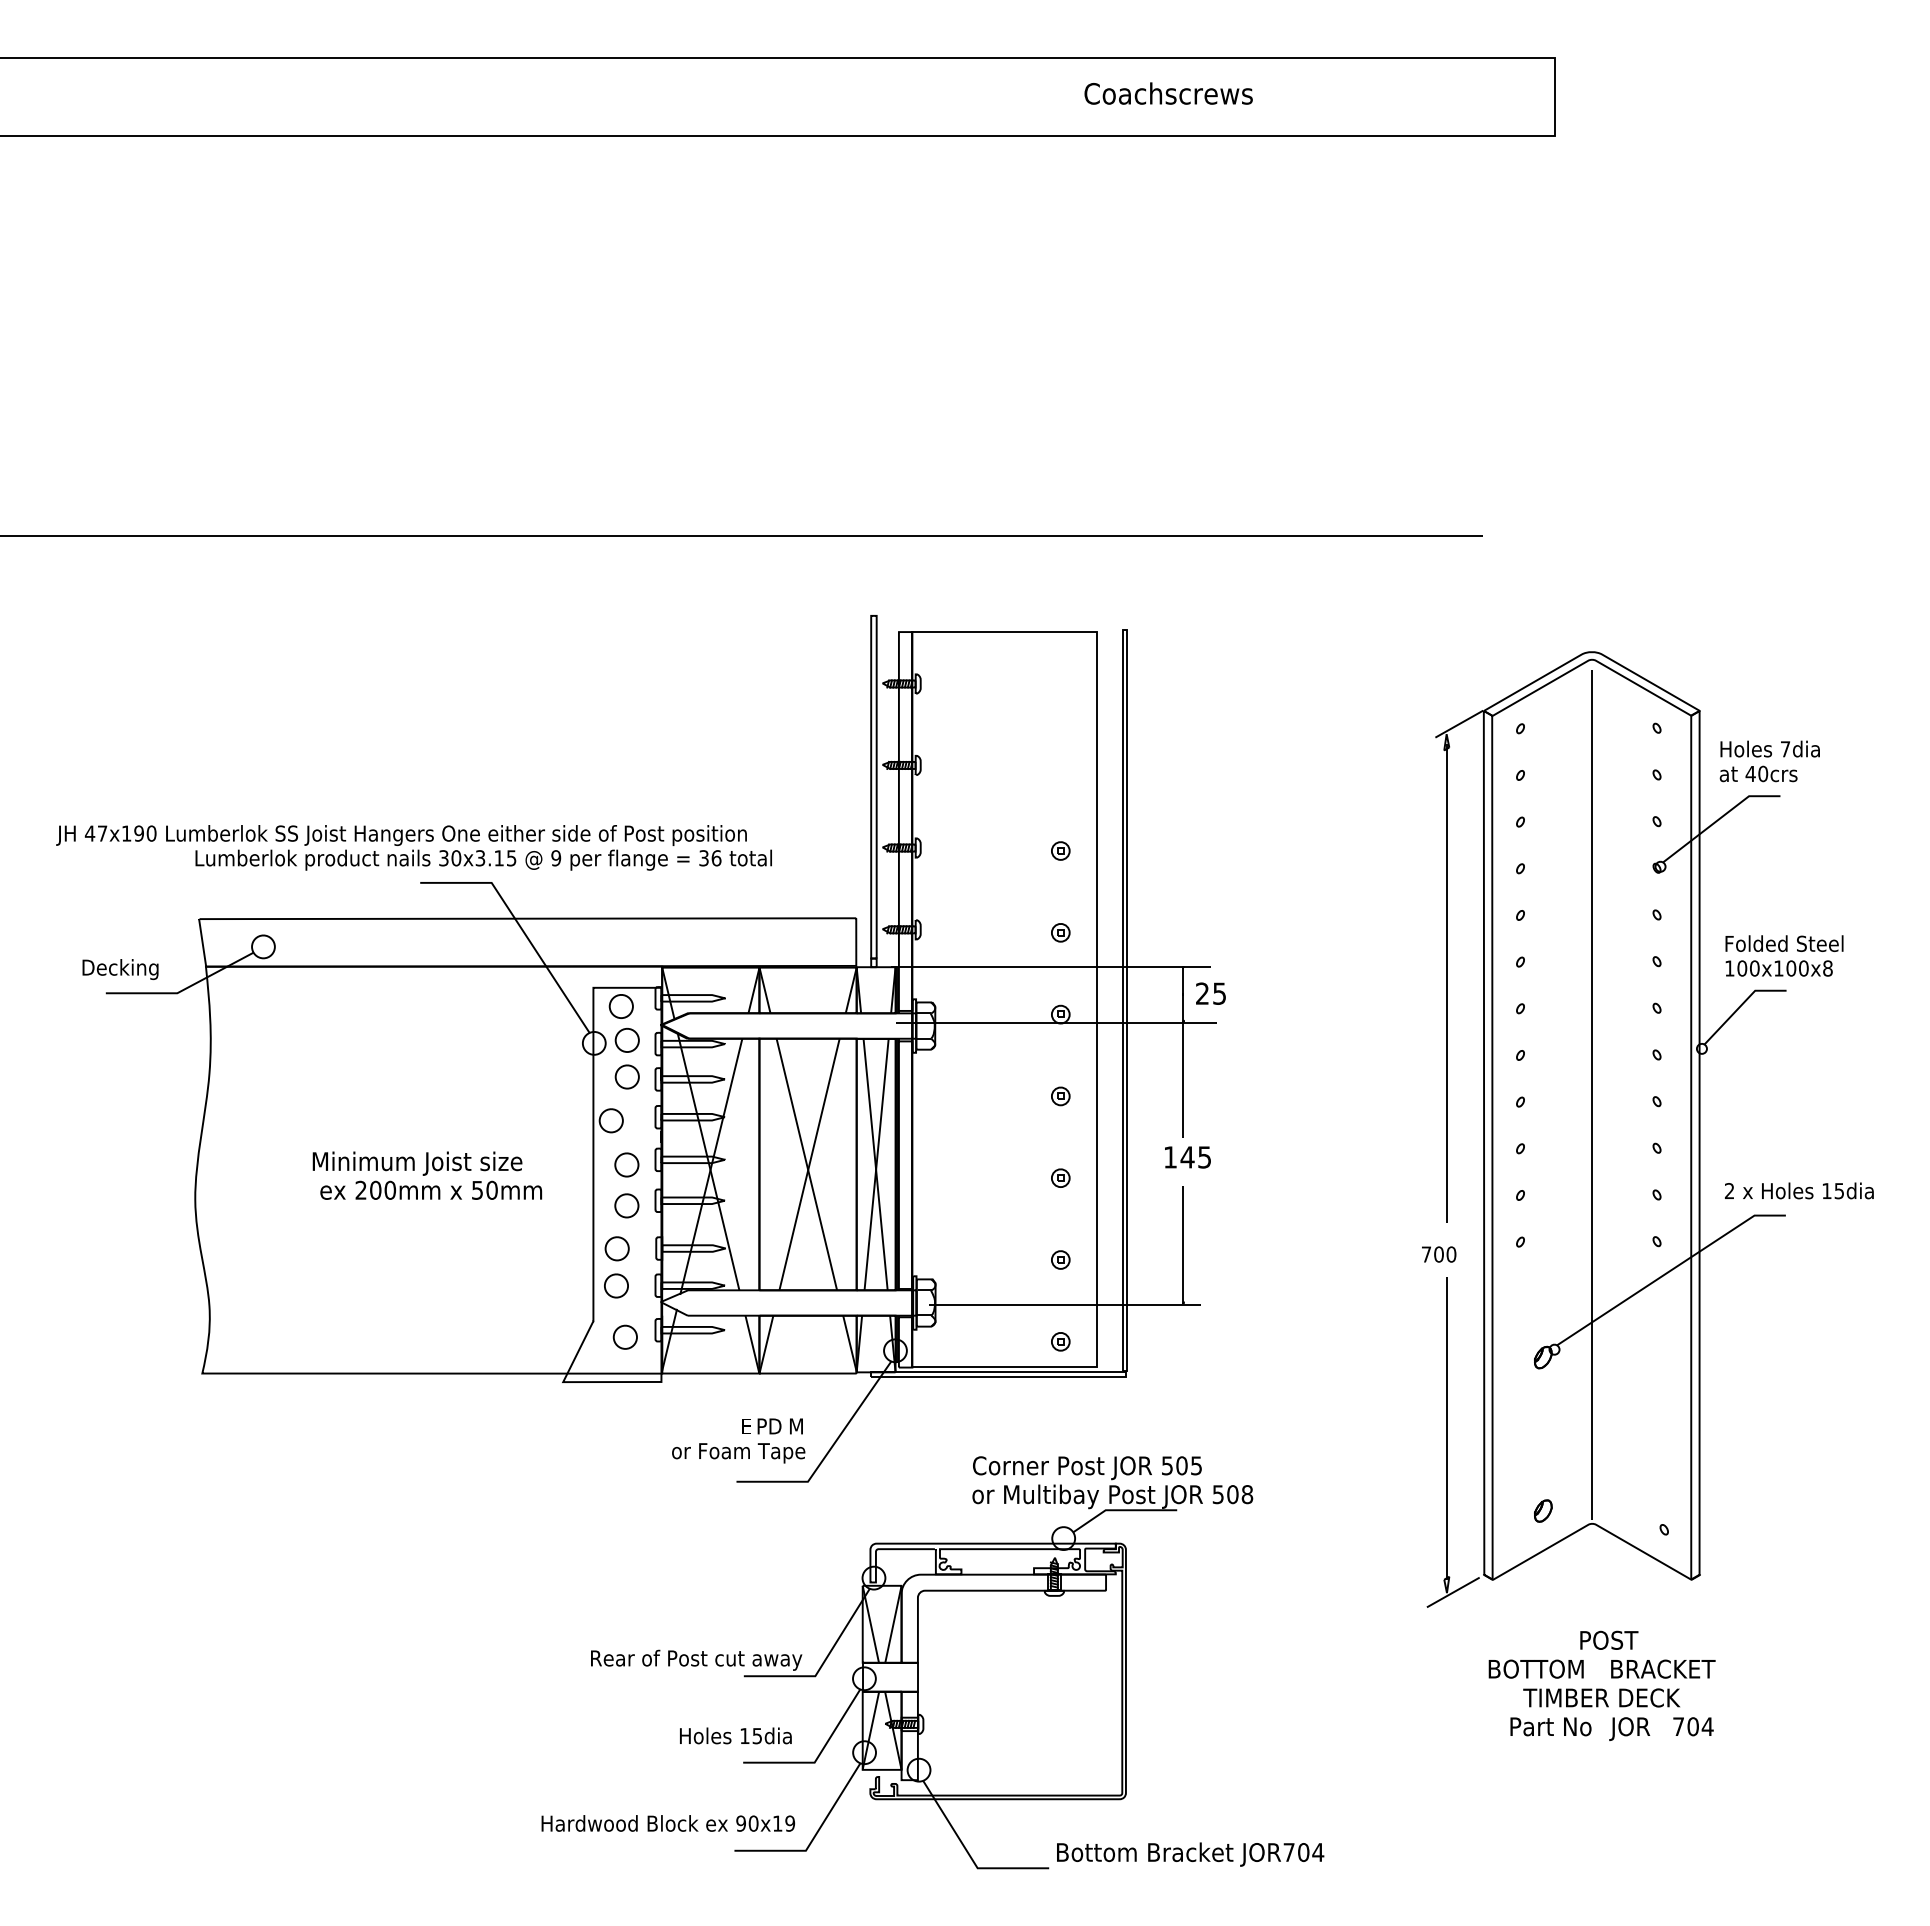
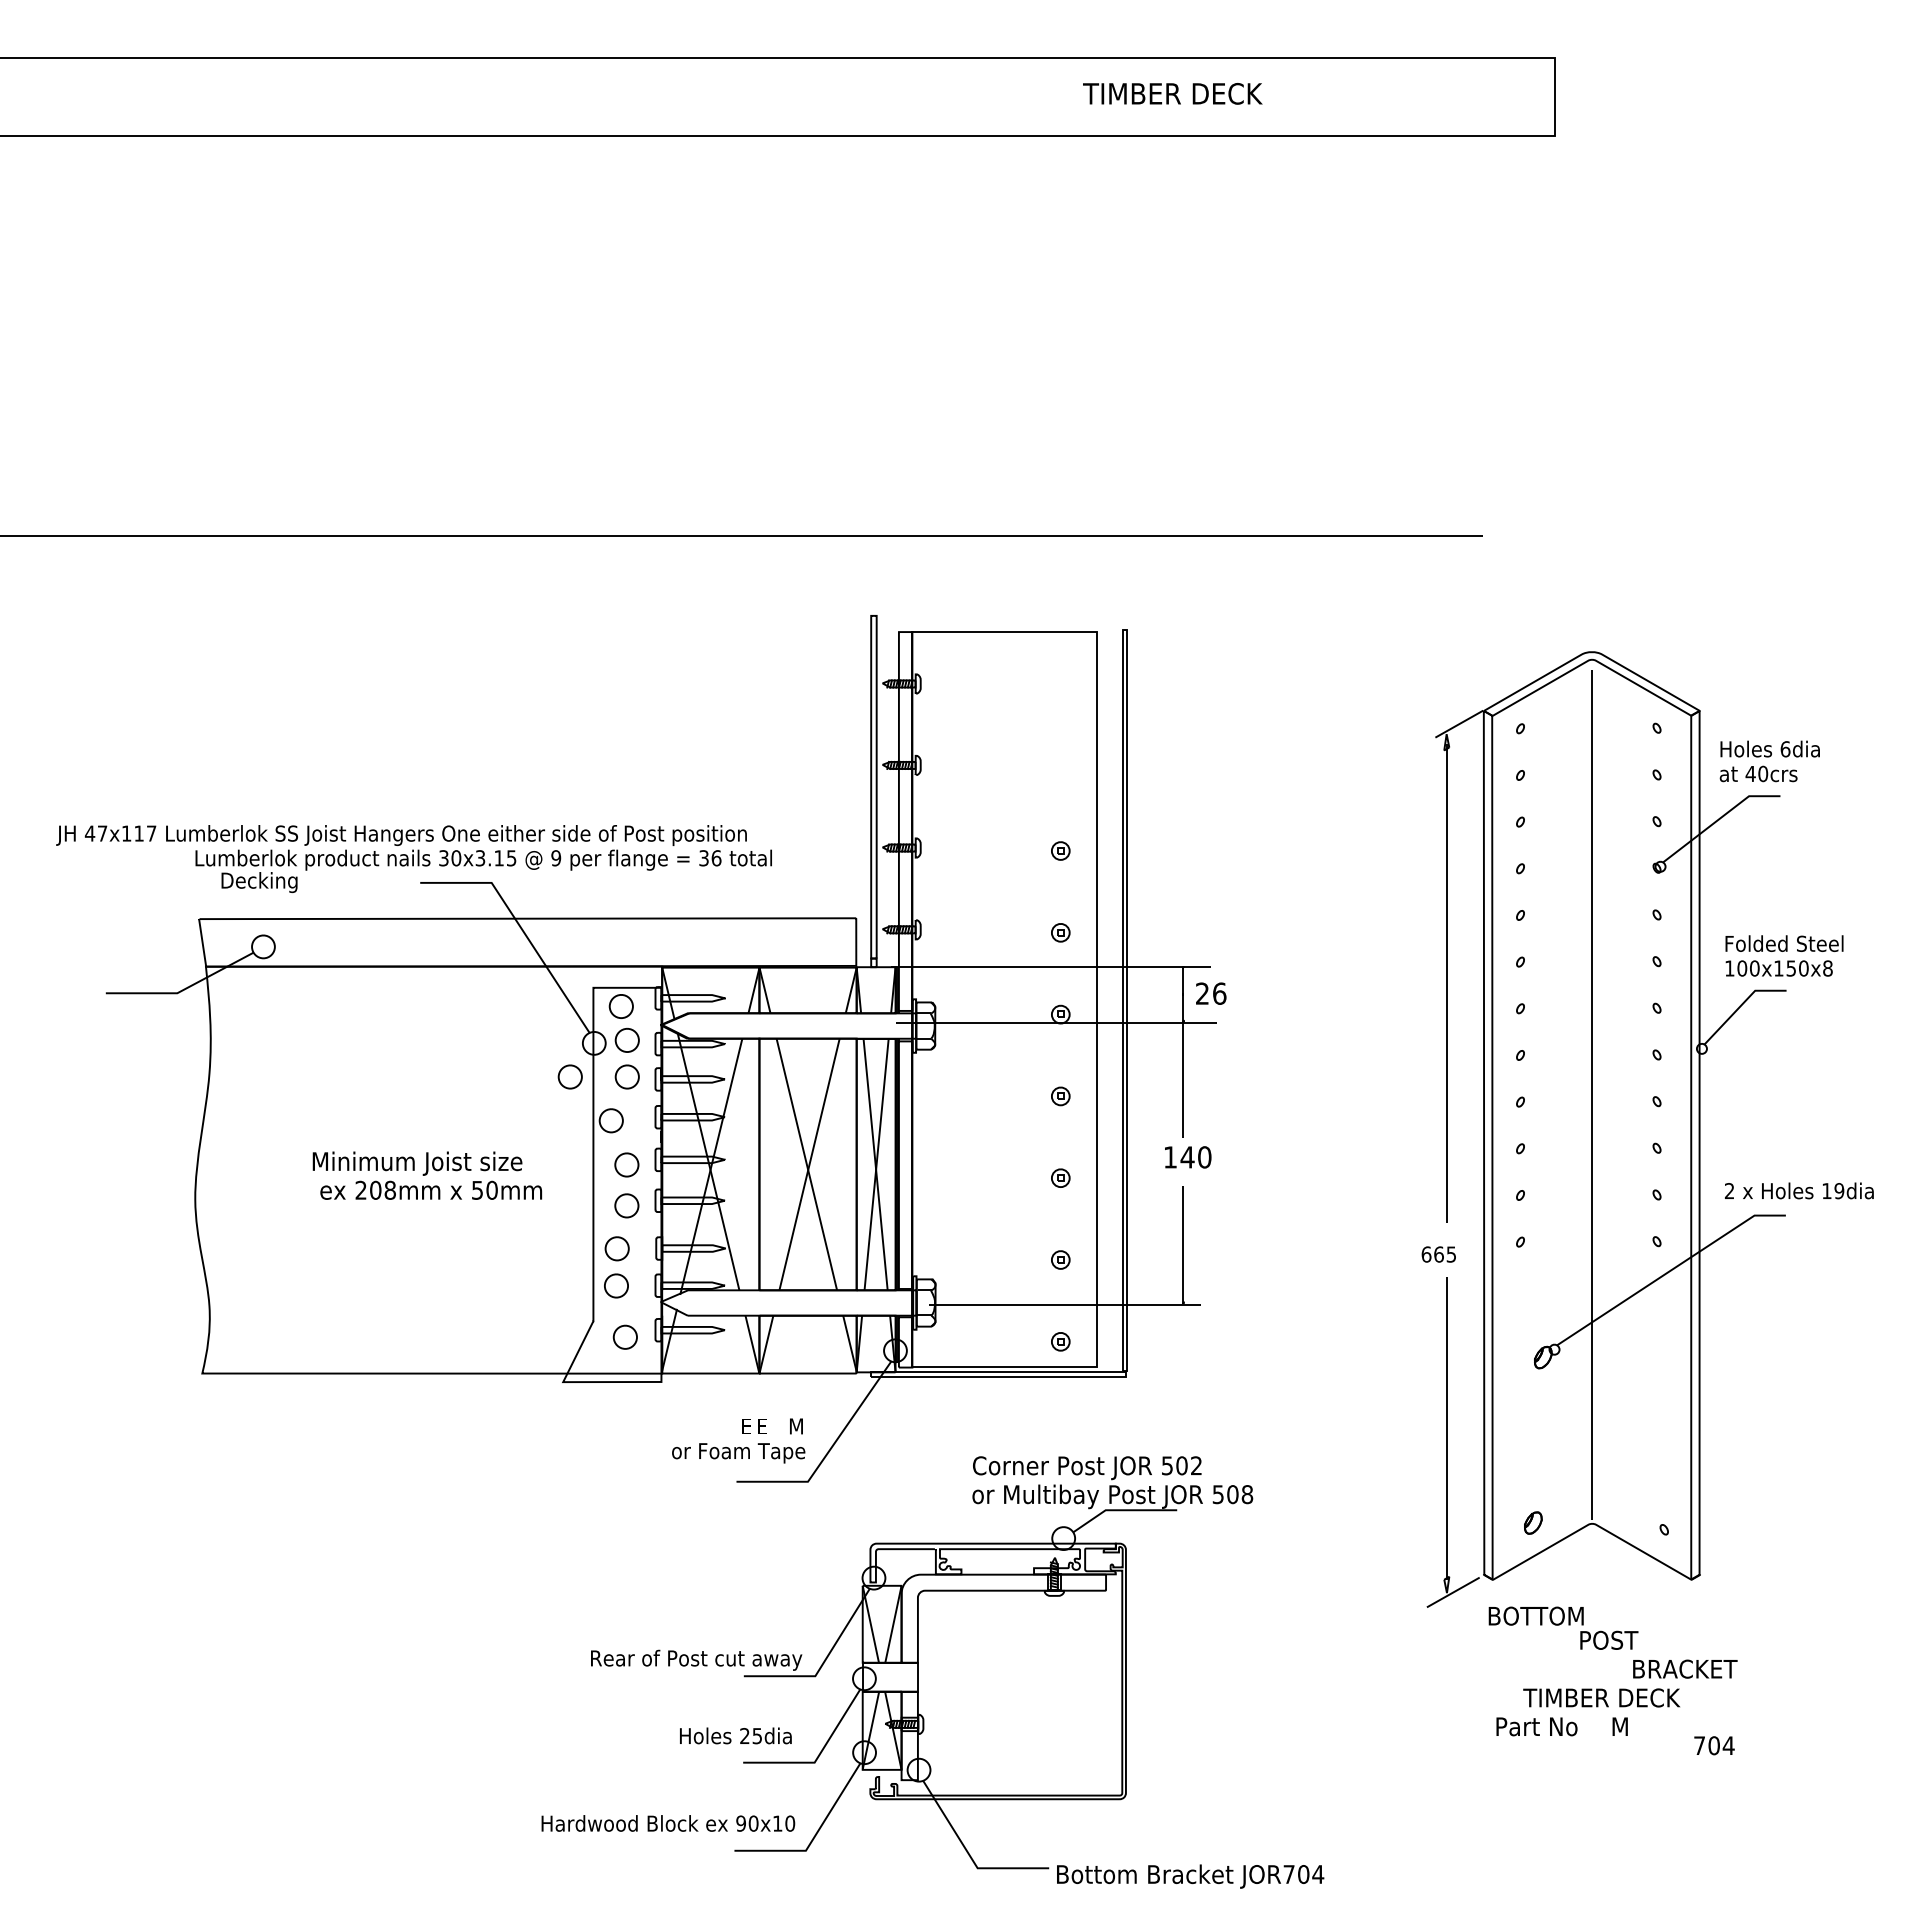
text at (1172, 93): Coachscrews -> TIMBER DECK
text at (1785, 749): 7dia -> 6dia
text at (145, 833): 47x190 -> 47x117
text at (1791, 968): 100x100x8 -> 100x150x8
text at (120, 969) position: (120, 969) -> (259, 882)
text at (1219, 993): 25 -> 26
part at (569, 1076): none -> present
text at (1204, 1157): 145 -> 140
text at (390, 1190): 200mm -> 208mm
text at (1839, 1190): 15dia -> 19dia
text at (1438, 1254): 700 -> 665
text at (769, 1426): PD -> E
text at (1196, 1465): 505 -> 502
part at (1543, 1510) position: (1543, 1510) -> (1533, 1522)
text at (1535, 1668) position: (1535, 1668) -> (1535, 1615)
text at (1663, 1668) position: (1663, 1668) -> (1685, 1668)
text at (1550, 1726) position: (1550, 1726) -> (1536, 1726)
text at (1693, 1726) position: (1693, 1726) -> (1714, 1745)
text at (1629, 1729): JOR -> M
text at (744, 1735): 15dia -> 25dia
text at (790, 1823): 90x19 -> 90x10
text at (1190, 1854) position: (1190, 1854) -> (1190, 1876)
